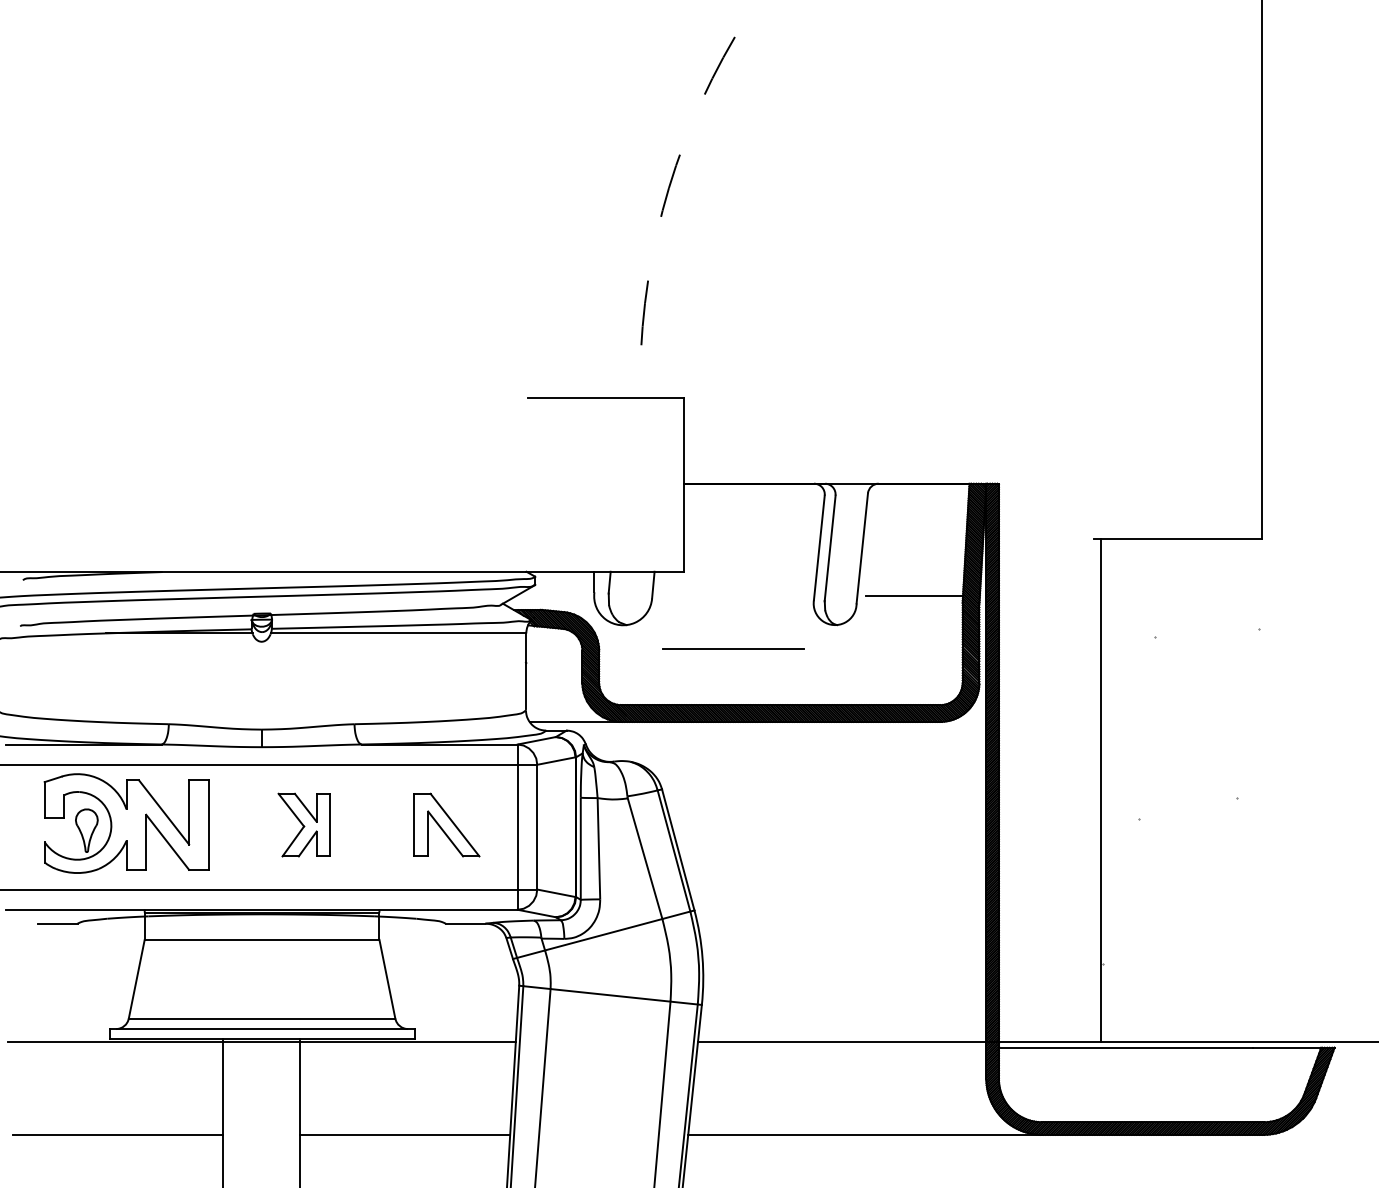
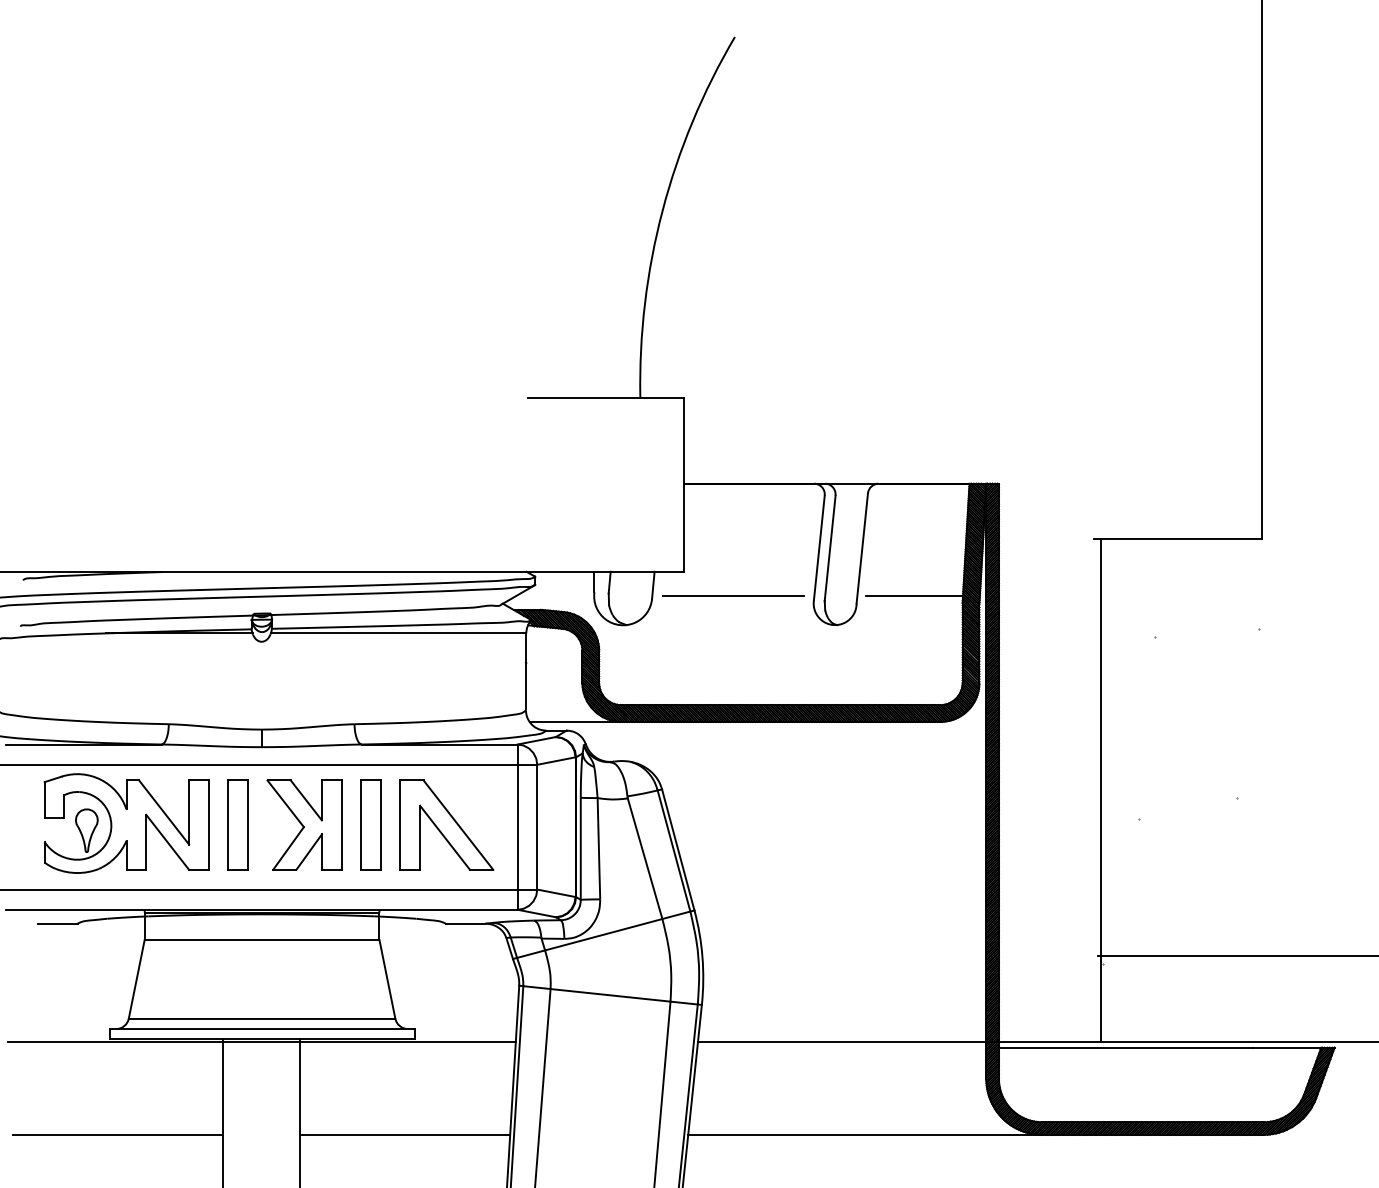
arc at (662, 210): dashed -> solid
line at (733, 648) position: (733, 648) -> (733, 595)
part at (237, 824): none -> present
part at (303, 824) size: 54x66 px -> 77x92 px
part at (370, 824): none -> present
part at (446, 824) size: 68x66 px -> 96x92 px
line at (1236, 955): none -> present
